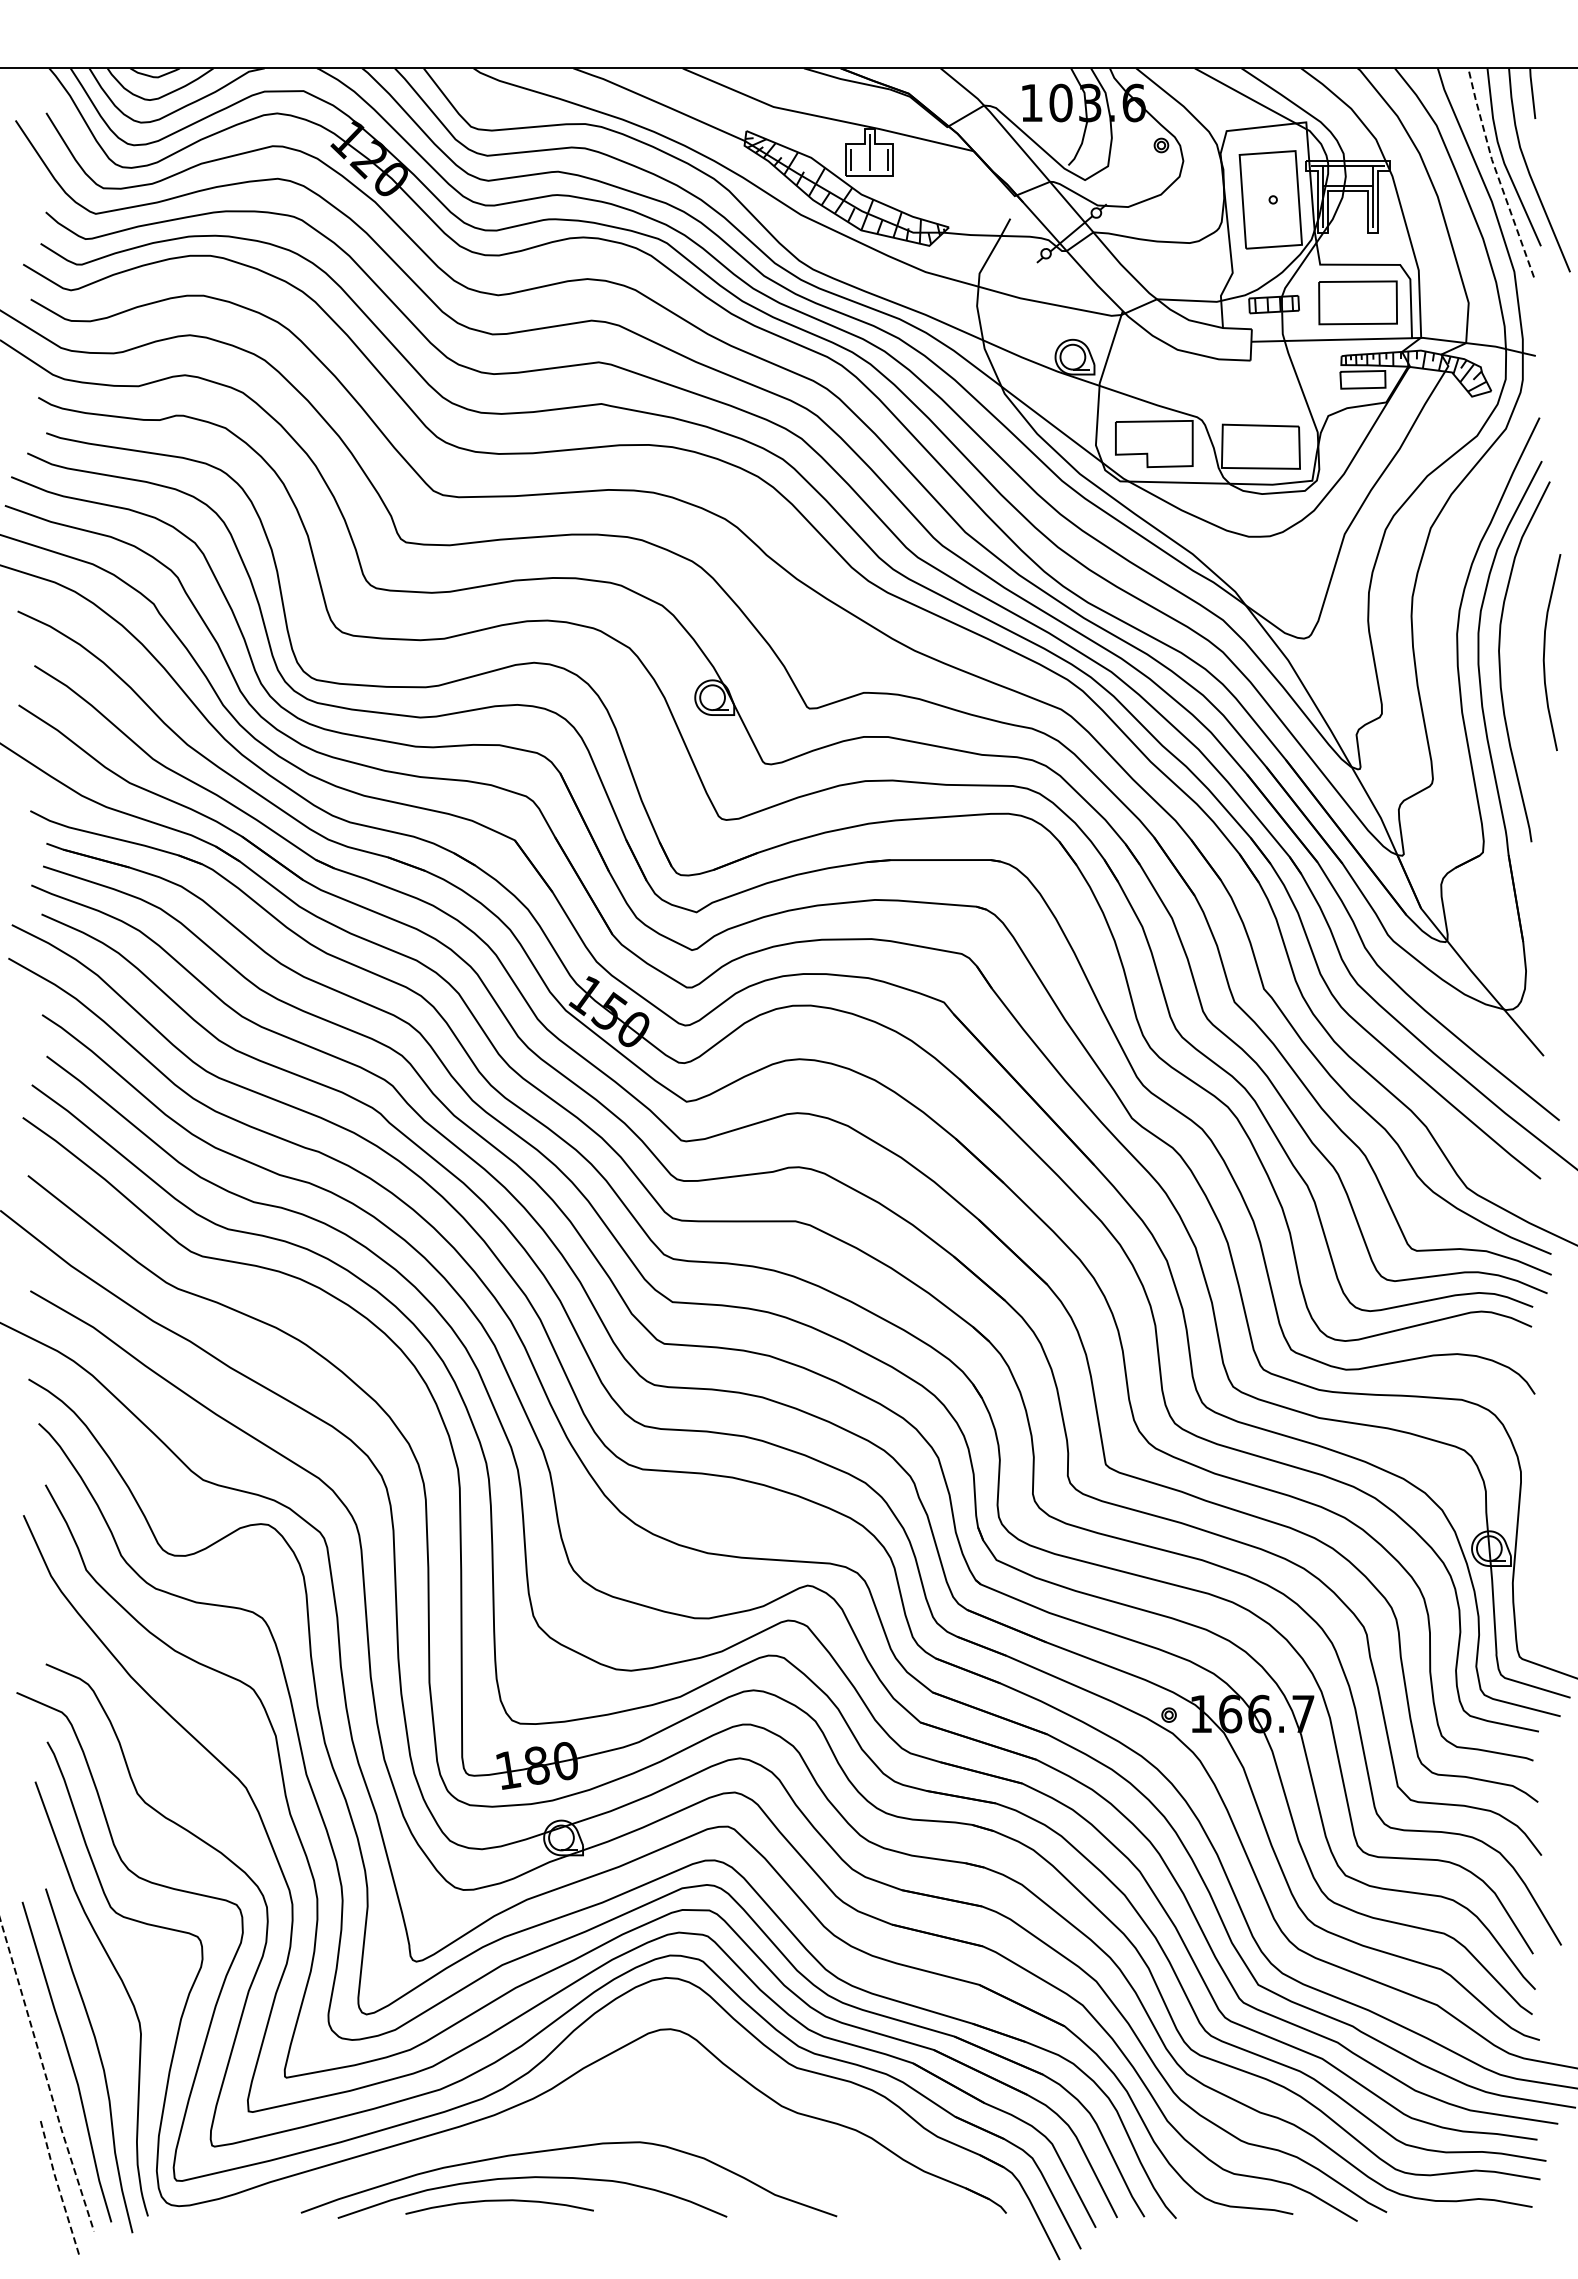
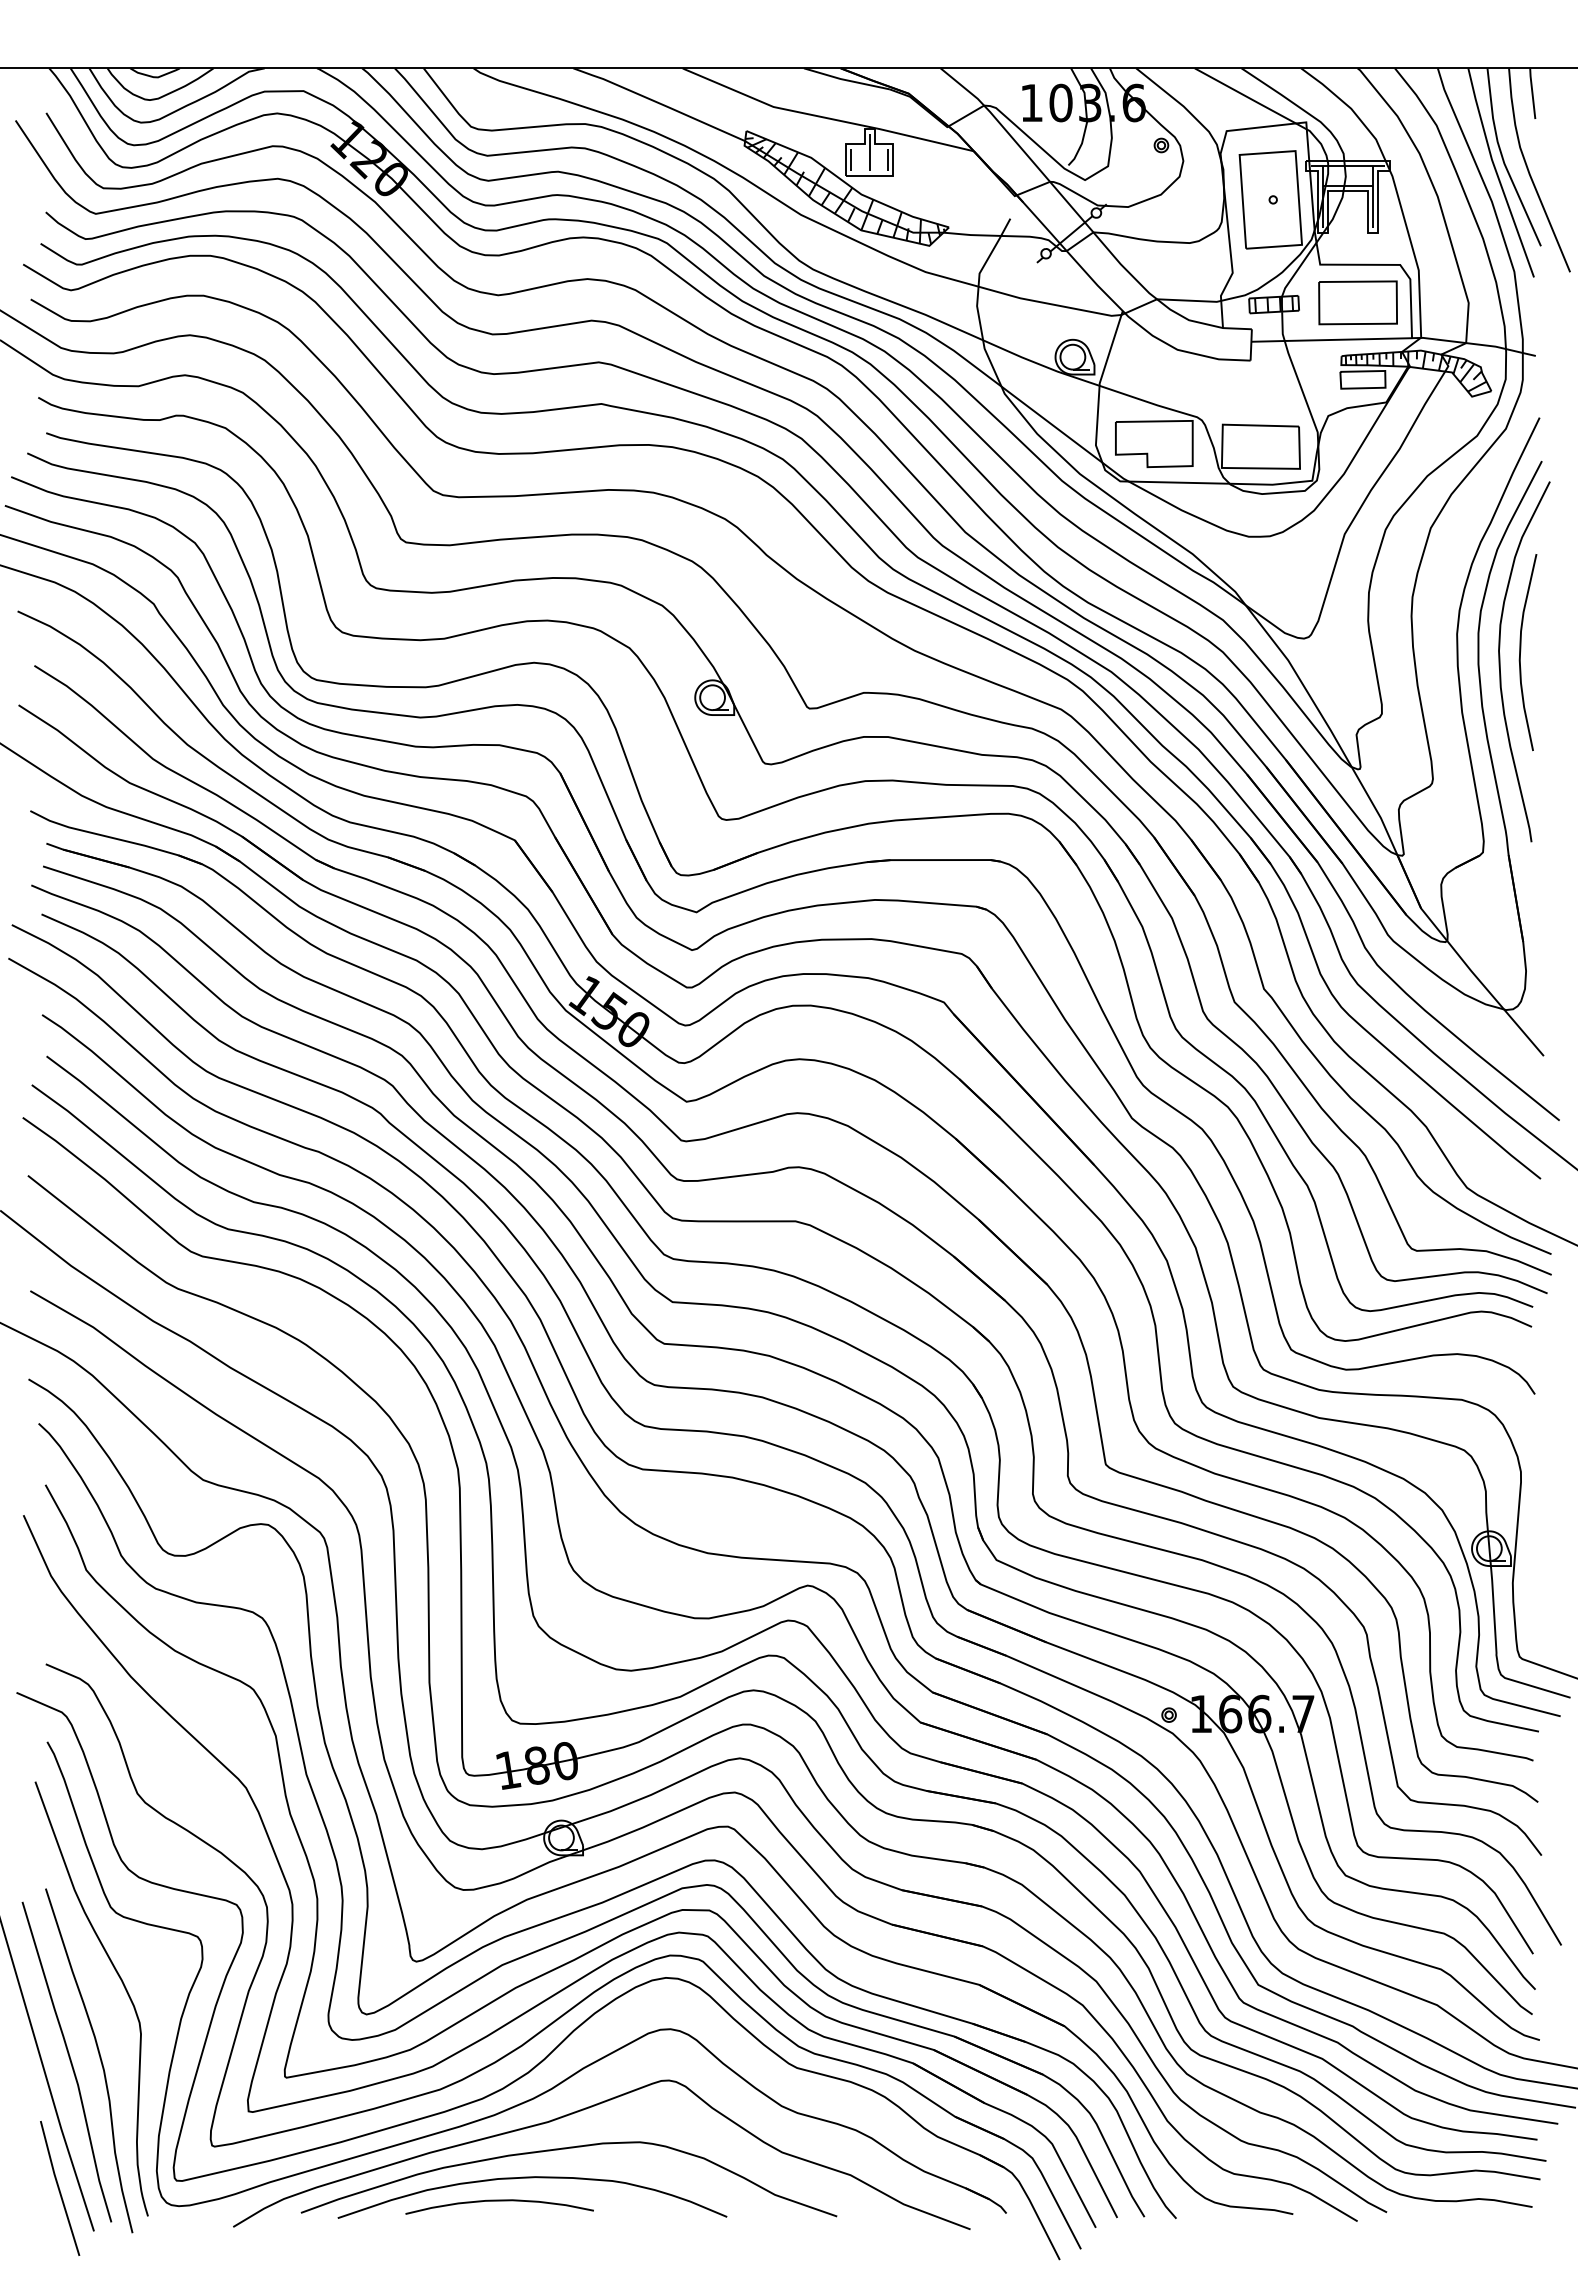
line at (1496, 172): dashed -> solid
curve at (1545, 651) position: (1545, 651) -> (1521, 651)
line at (46, 2076): dashed -> solid
curve at (581, 2111): none -> present
line at (58, 2188): dashed -> solid
